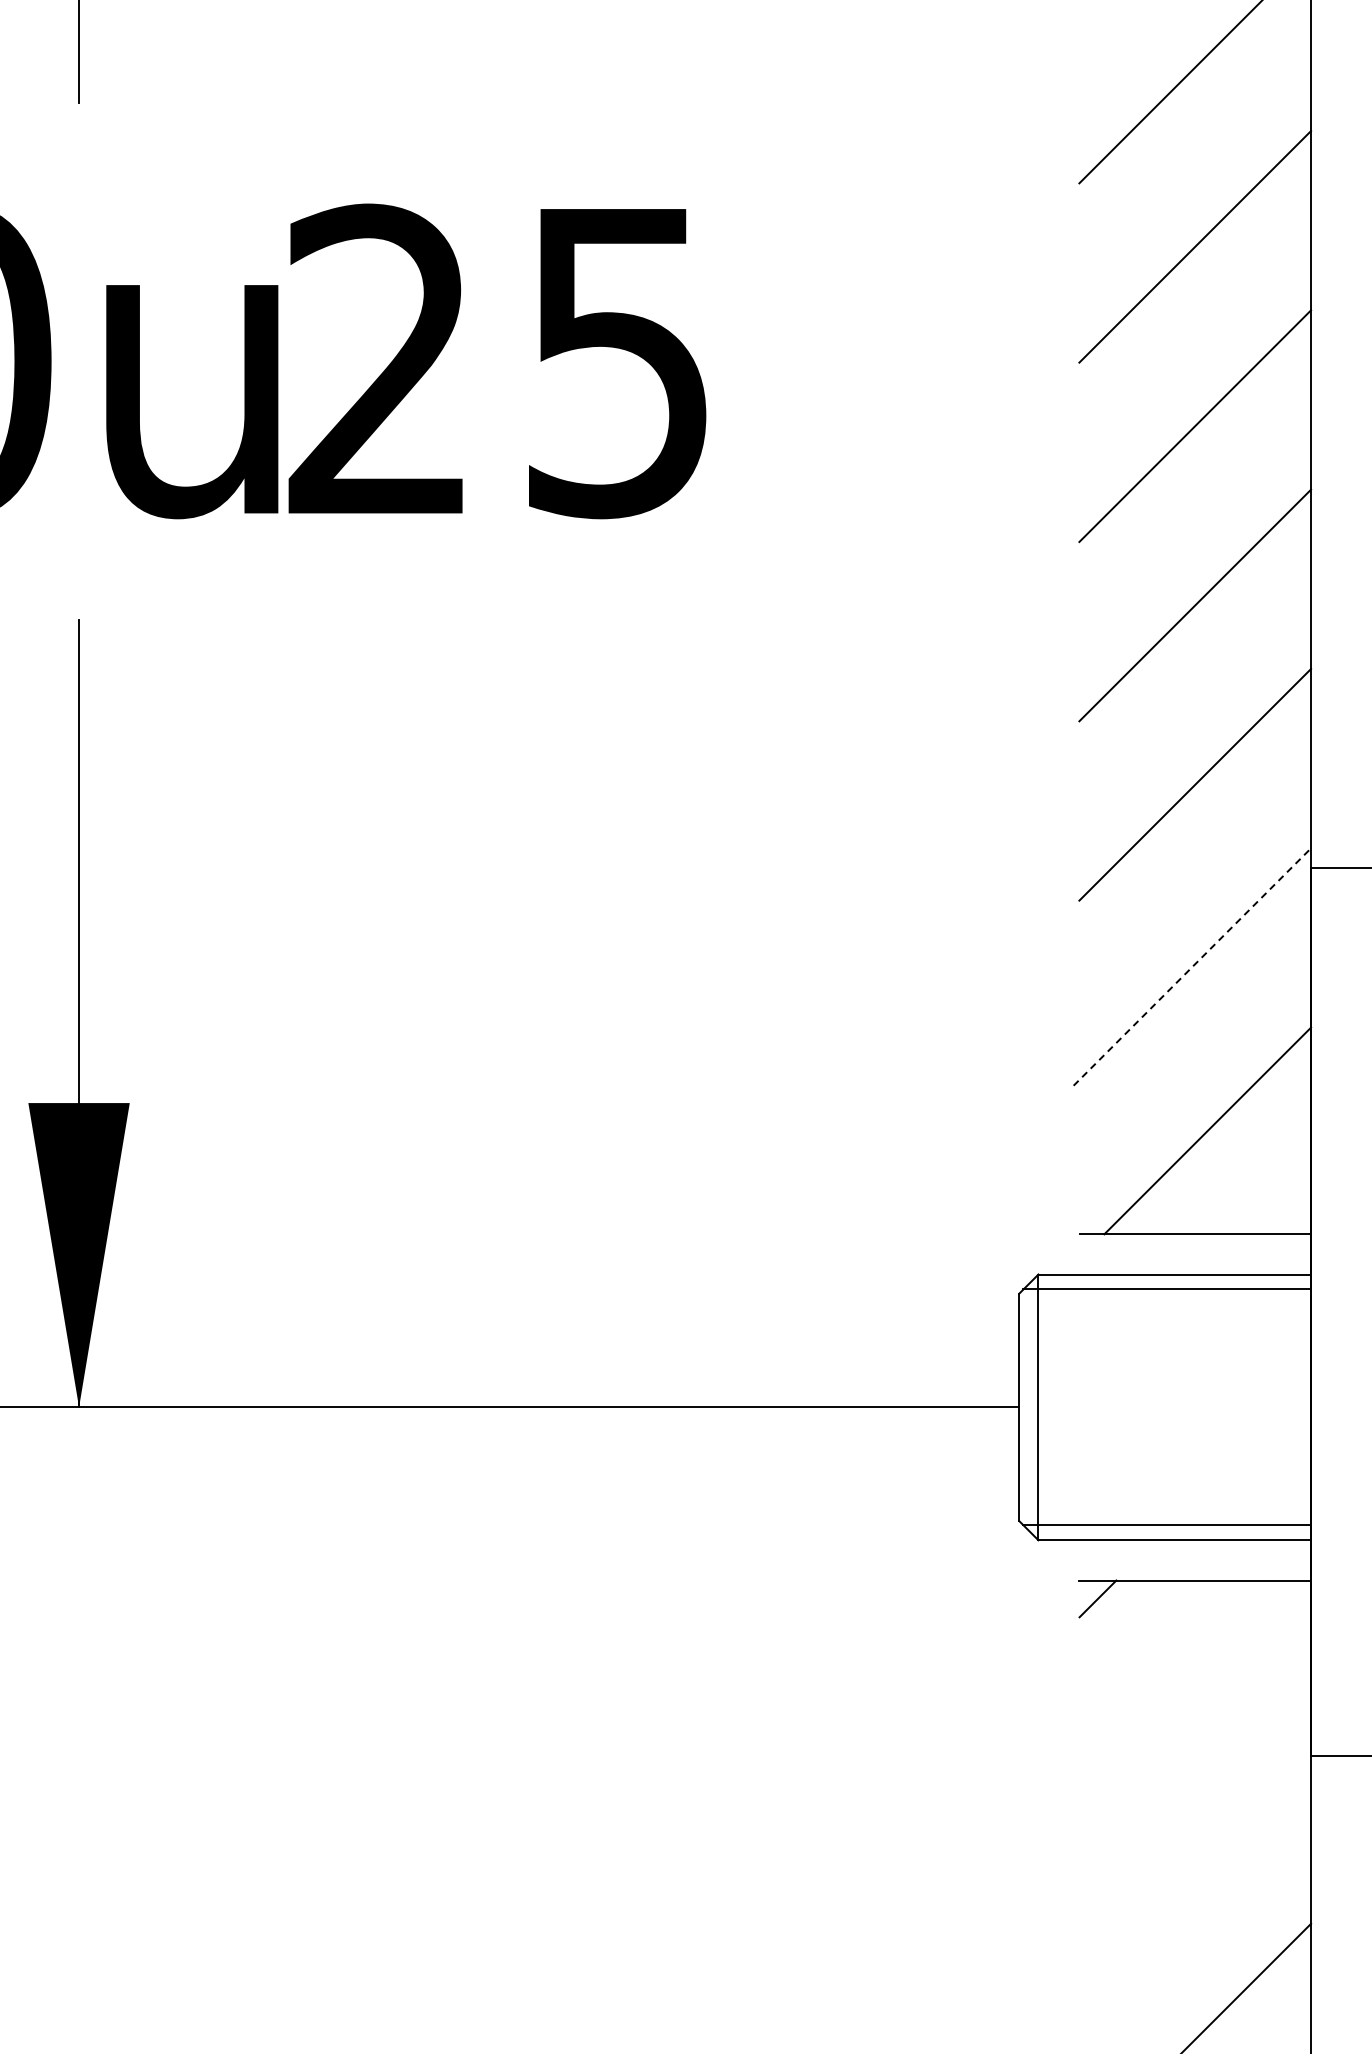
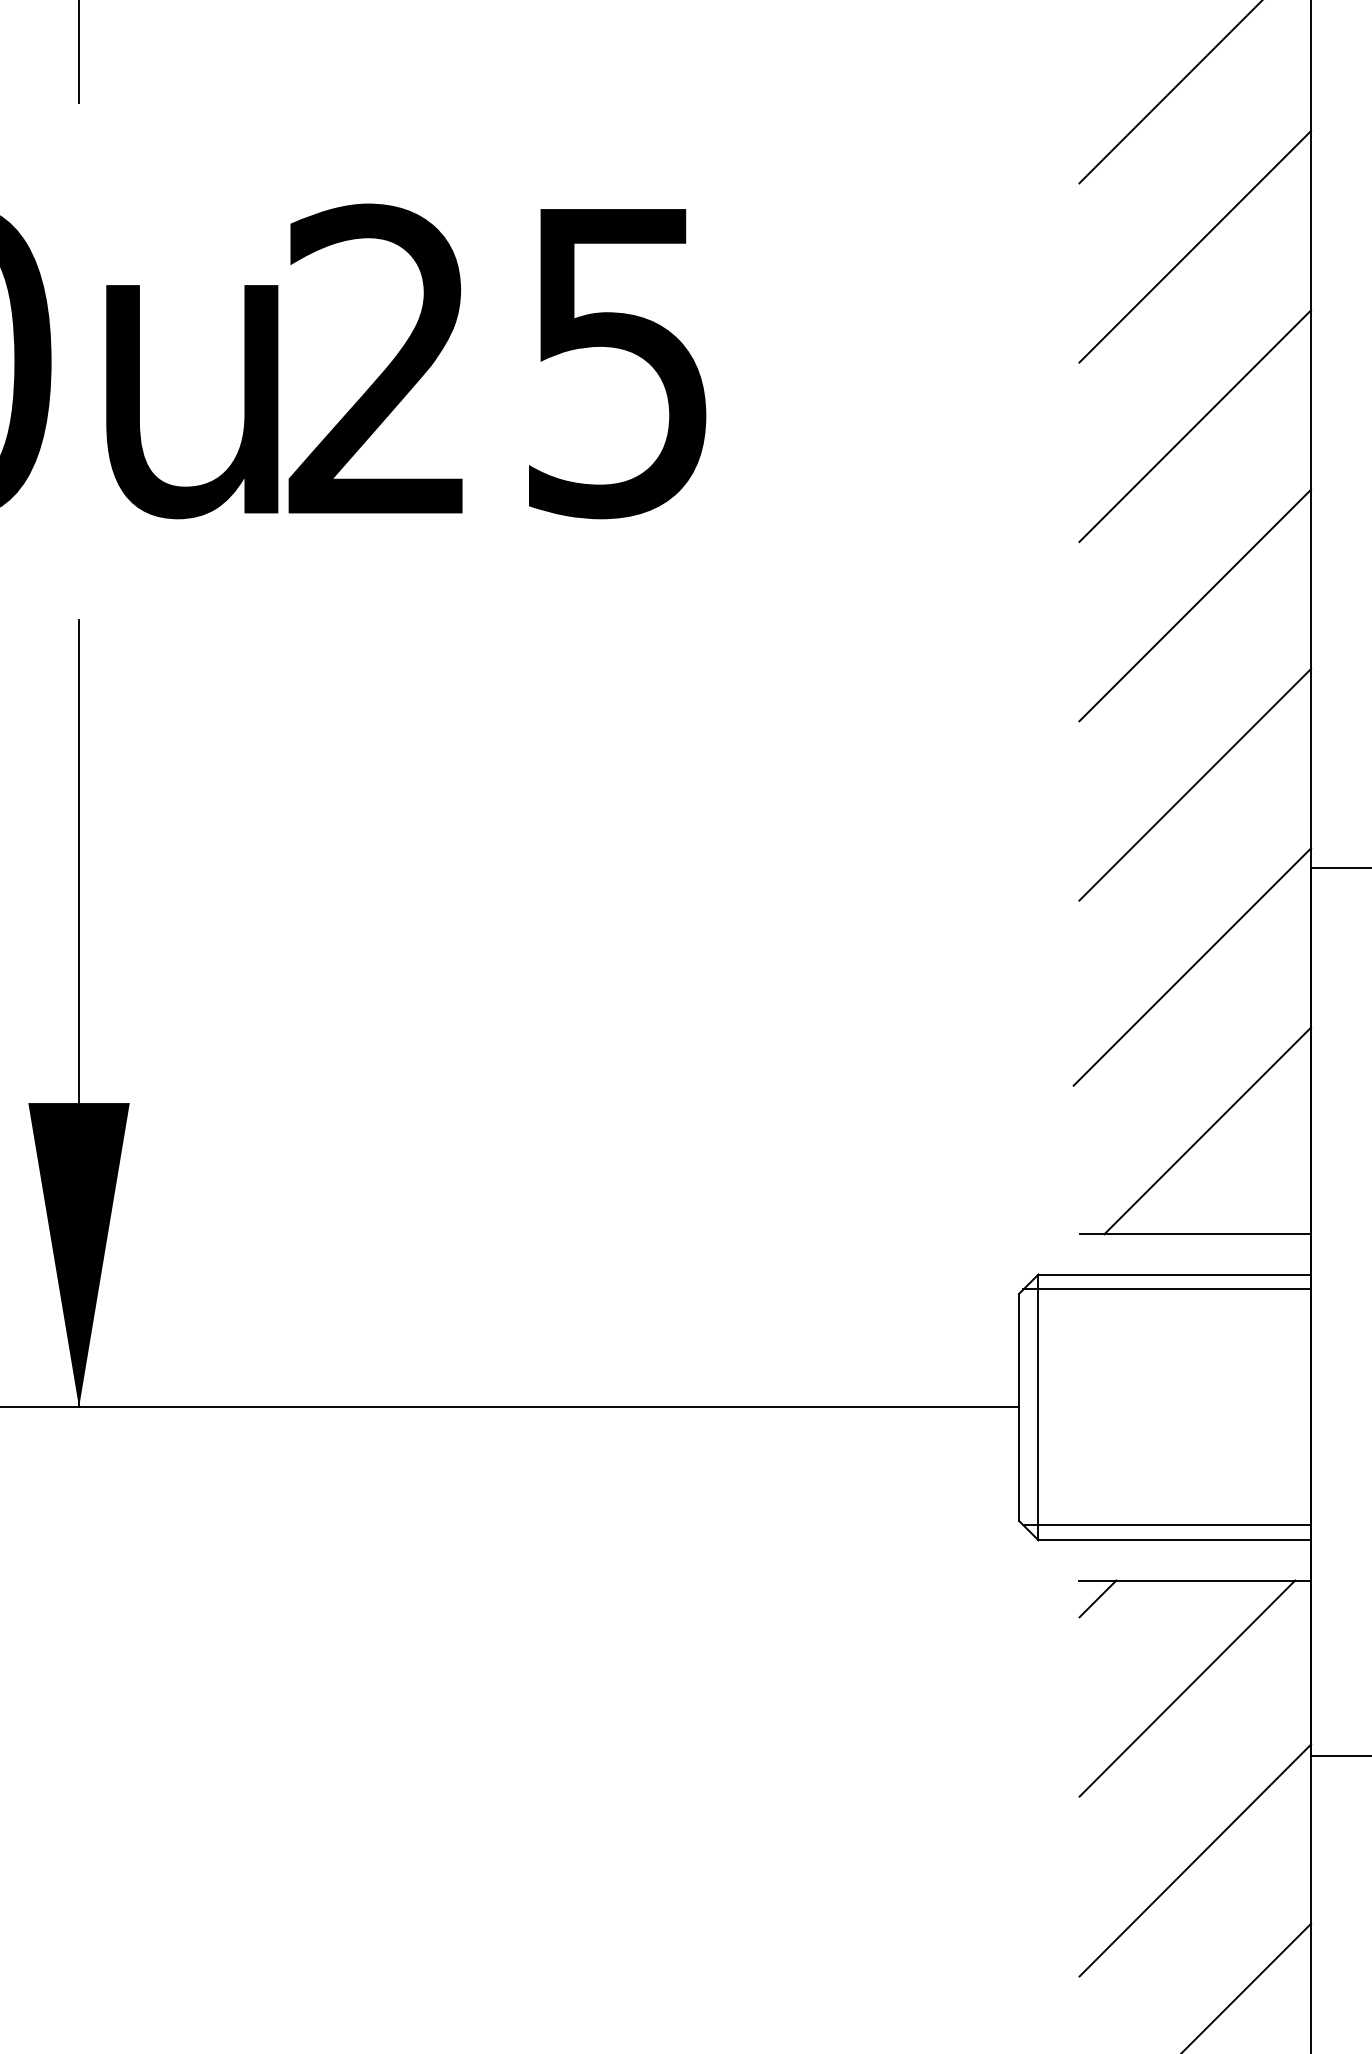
line at (1192, 967): dashed -> solid
line at (1187, 1688): none -> present
line at (1195, 1860): none -> present
